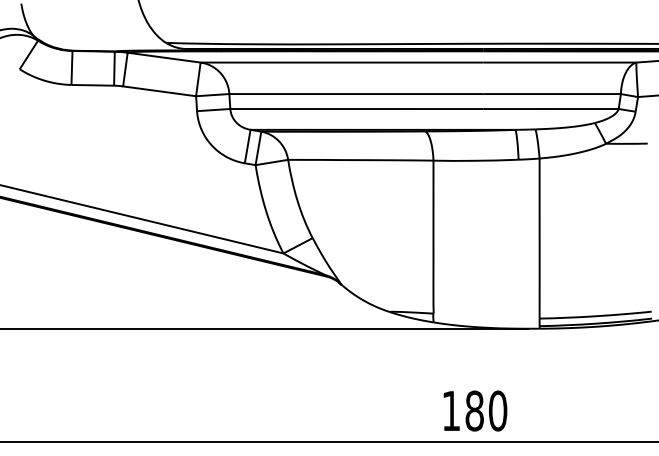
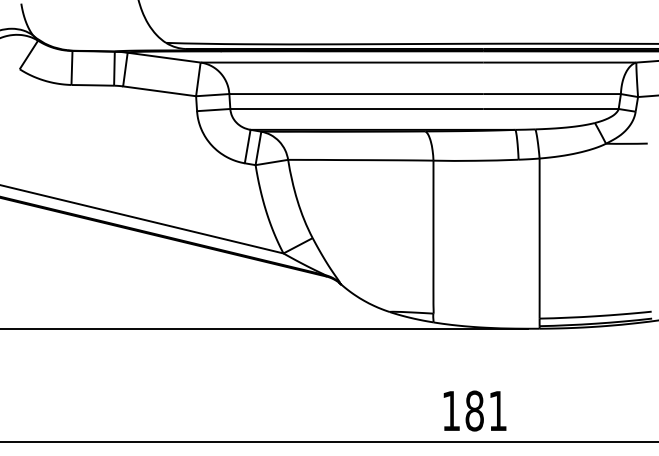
text at (498, 410): 180 -> 181
